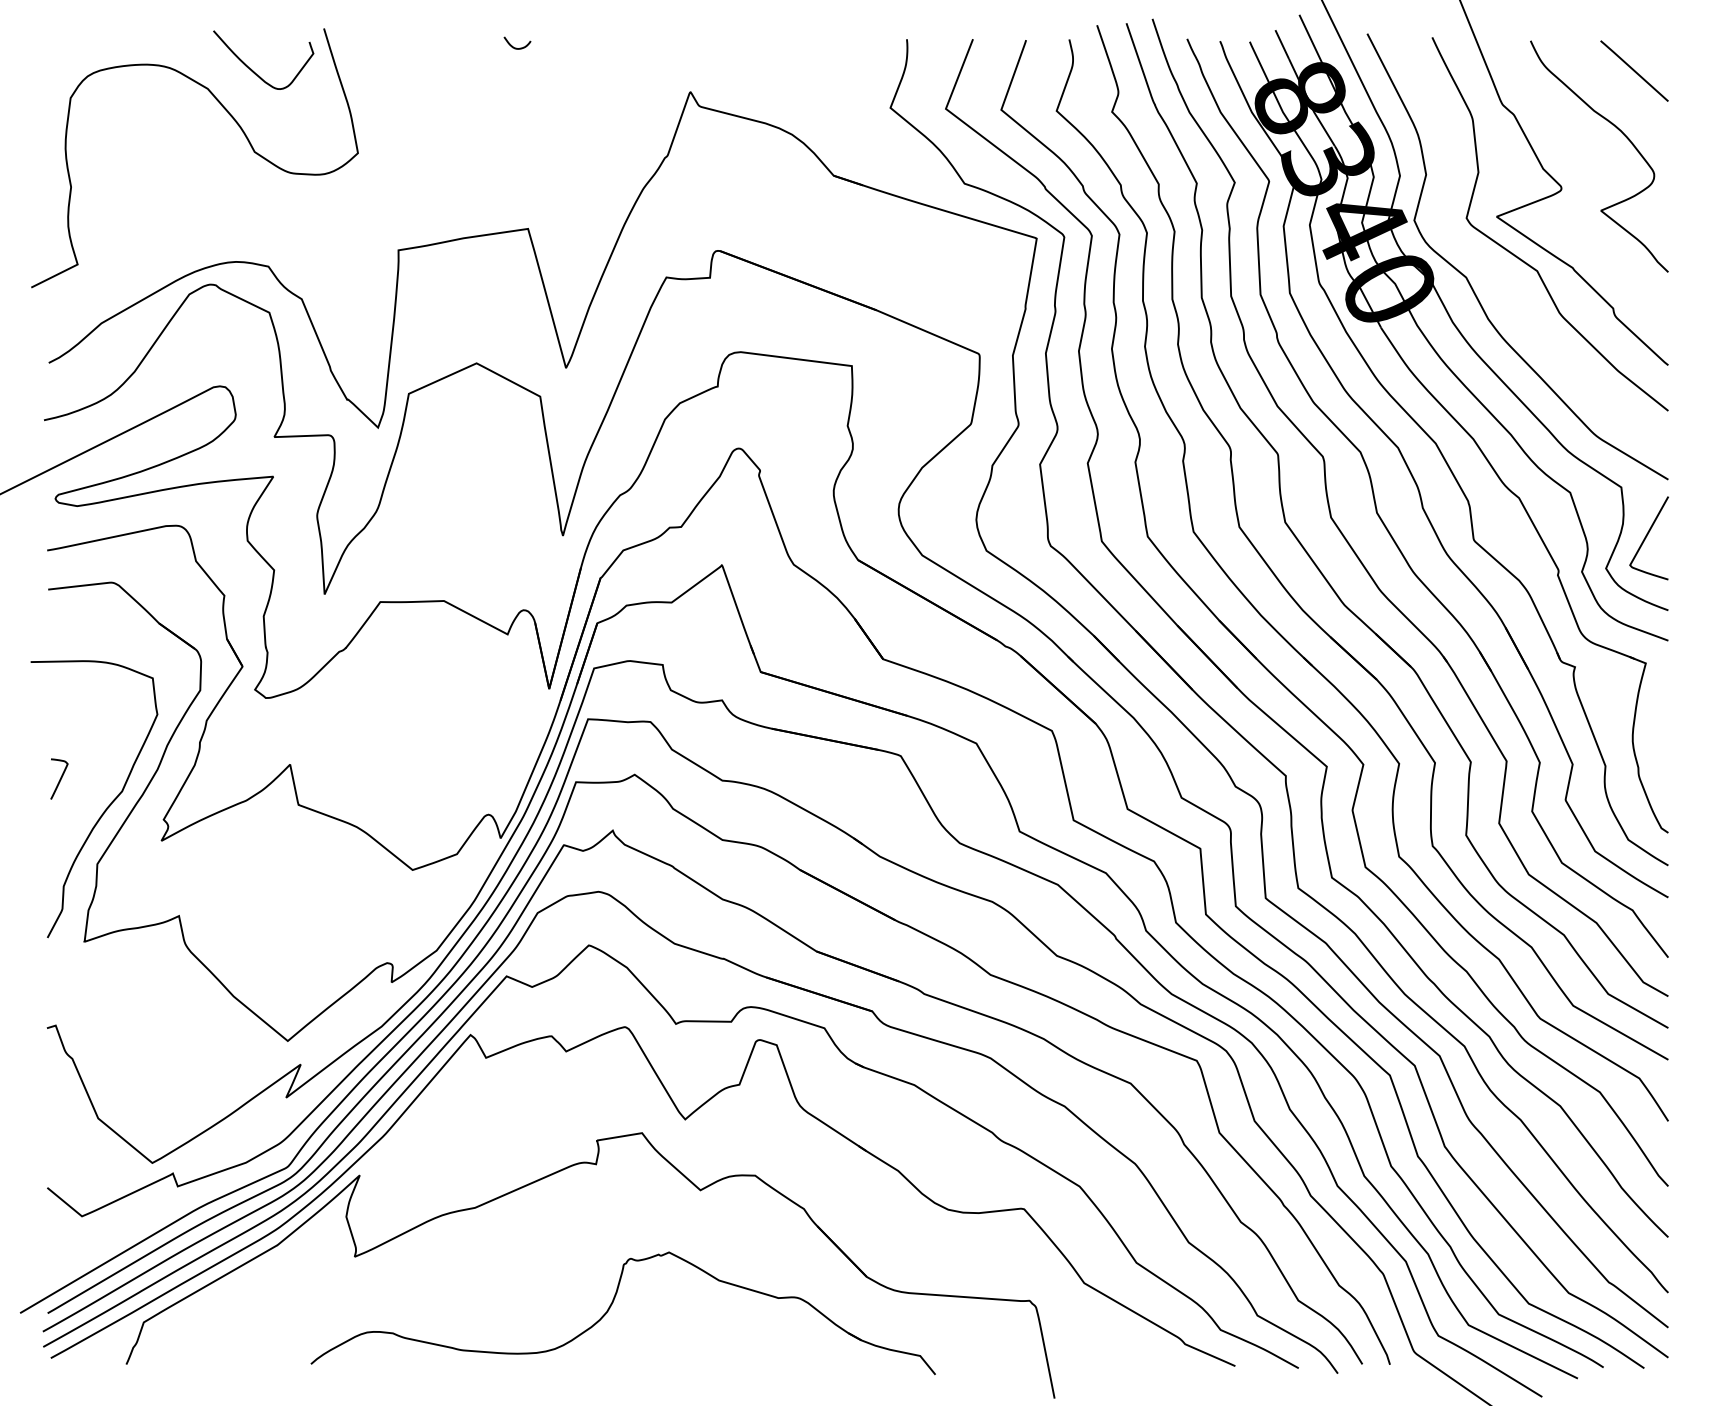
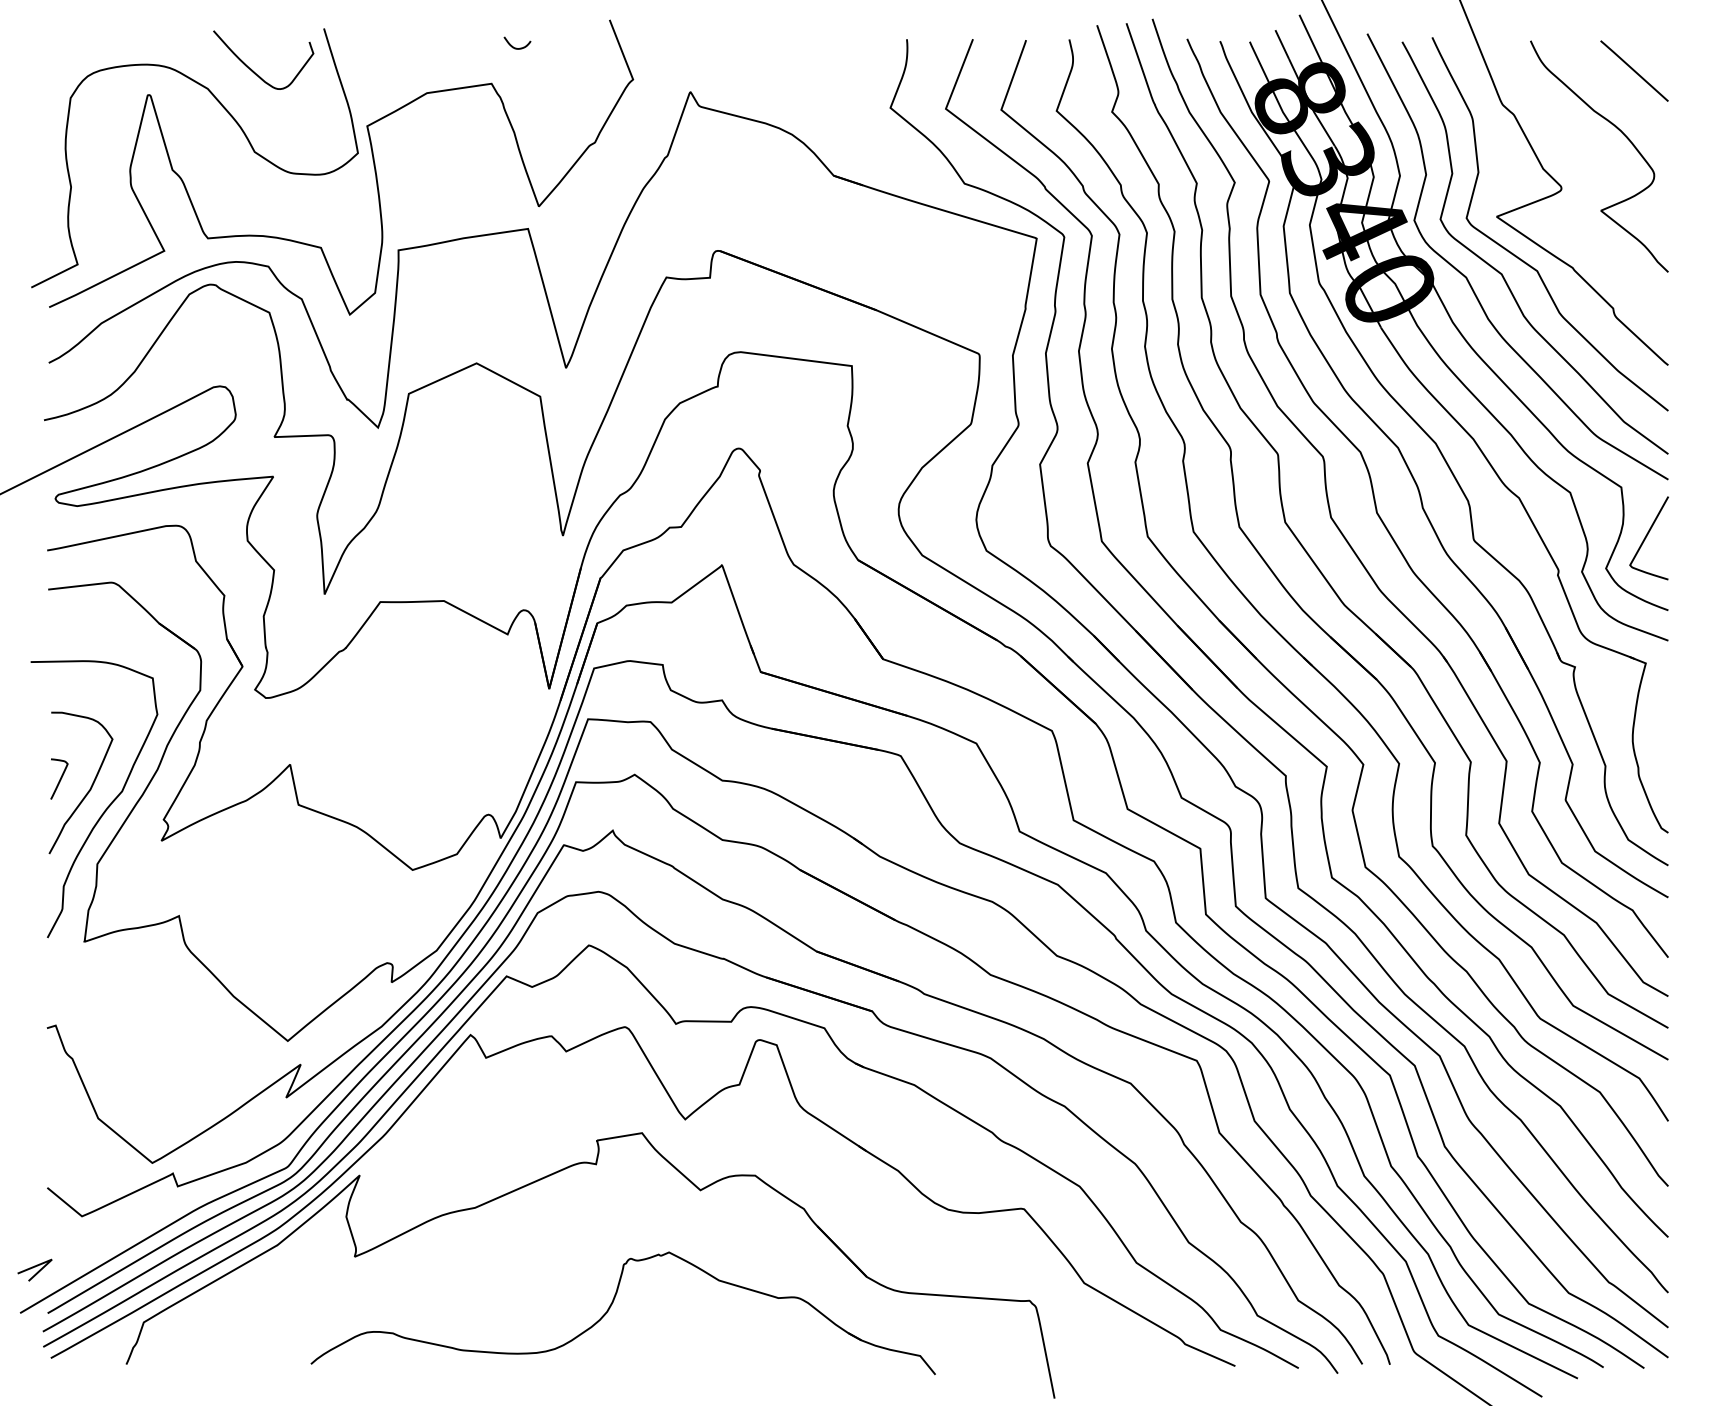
curve at (372, 160): none -> present
curve at (1502, 273): none -> present
curve at (90, 786): none -> present
line at (33, 1268): none -> present
